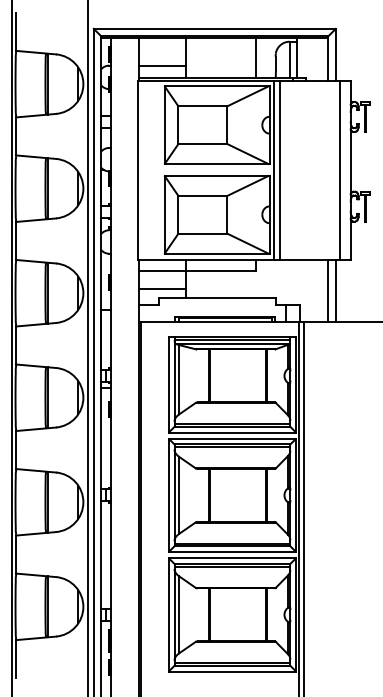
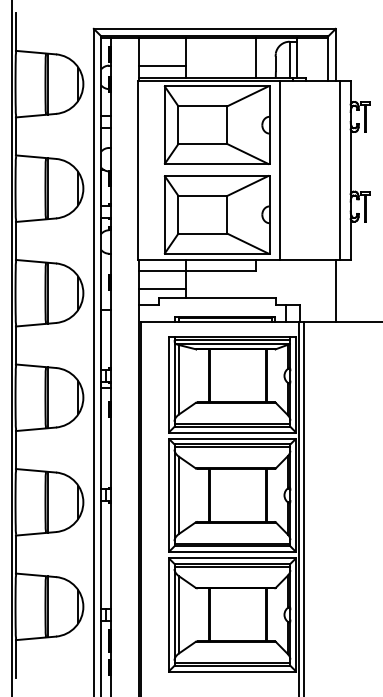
line at (274, 169): present -> none
line at (328, 290): present -> none
line at (88, 347): present -> none
